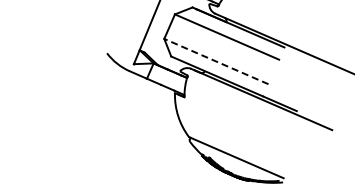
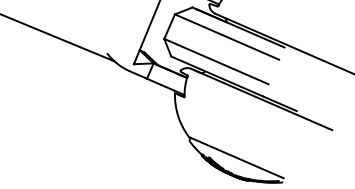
line at (58, 38): none -> present
line at (216, 61): dashed -> solid
